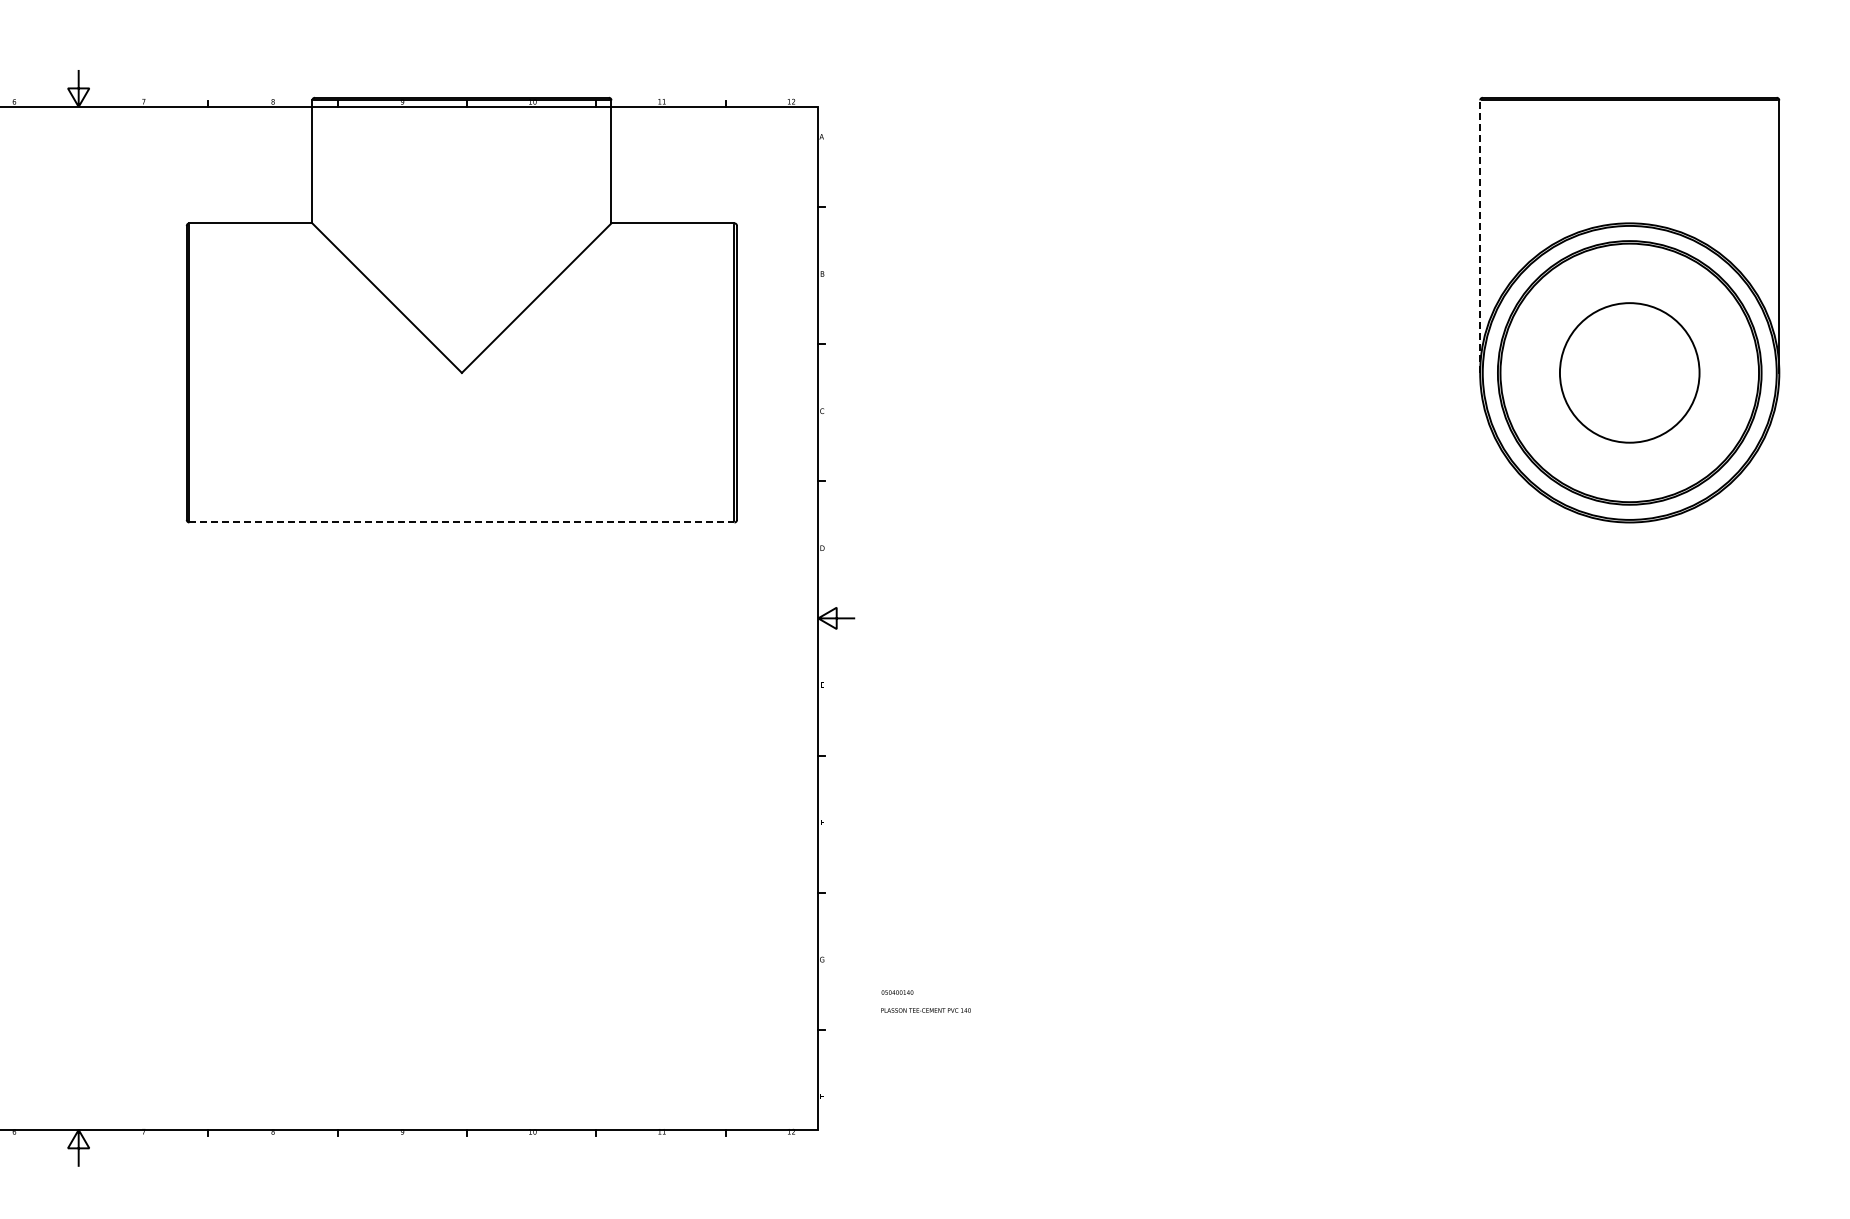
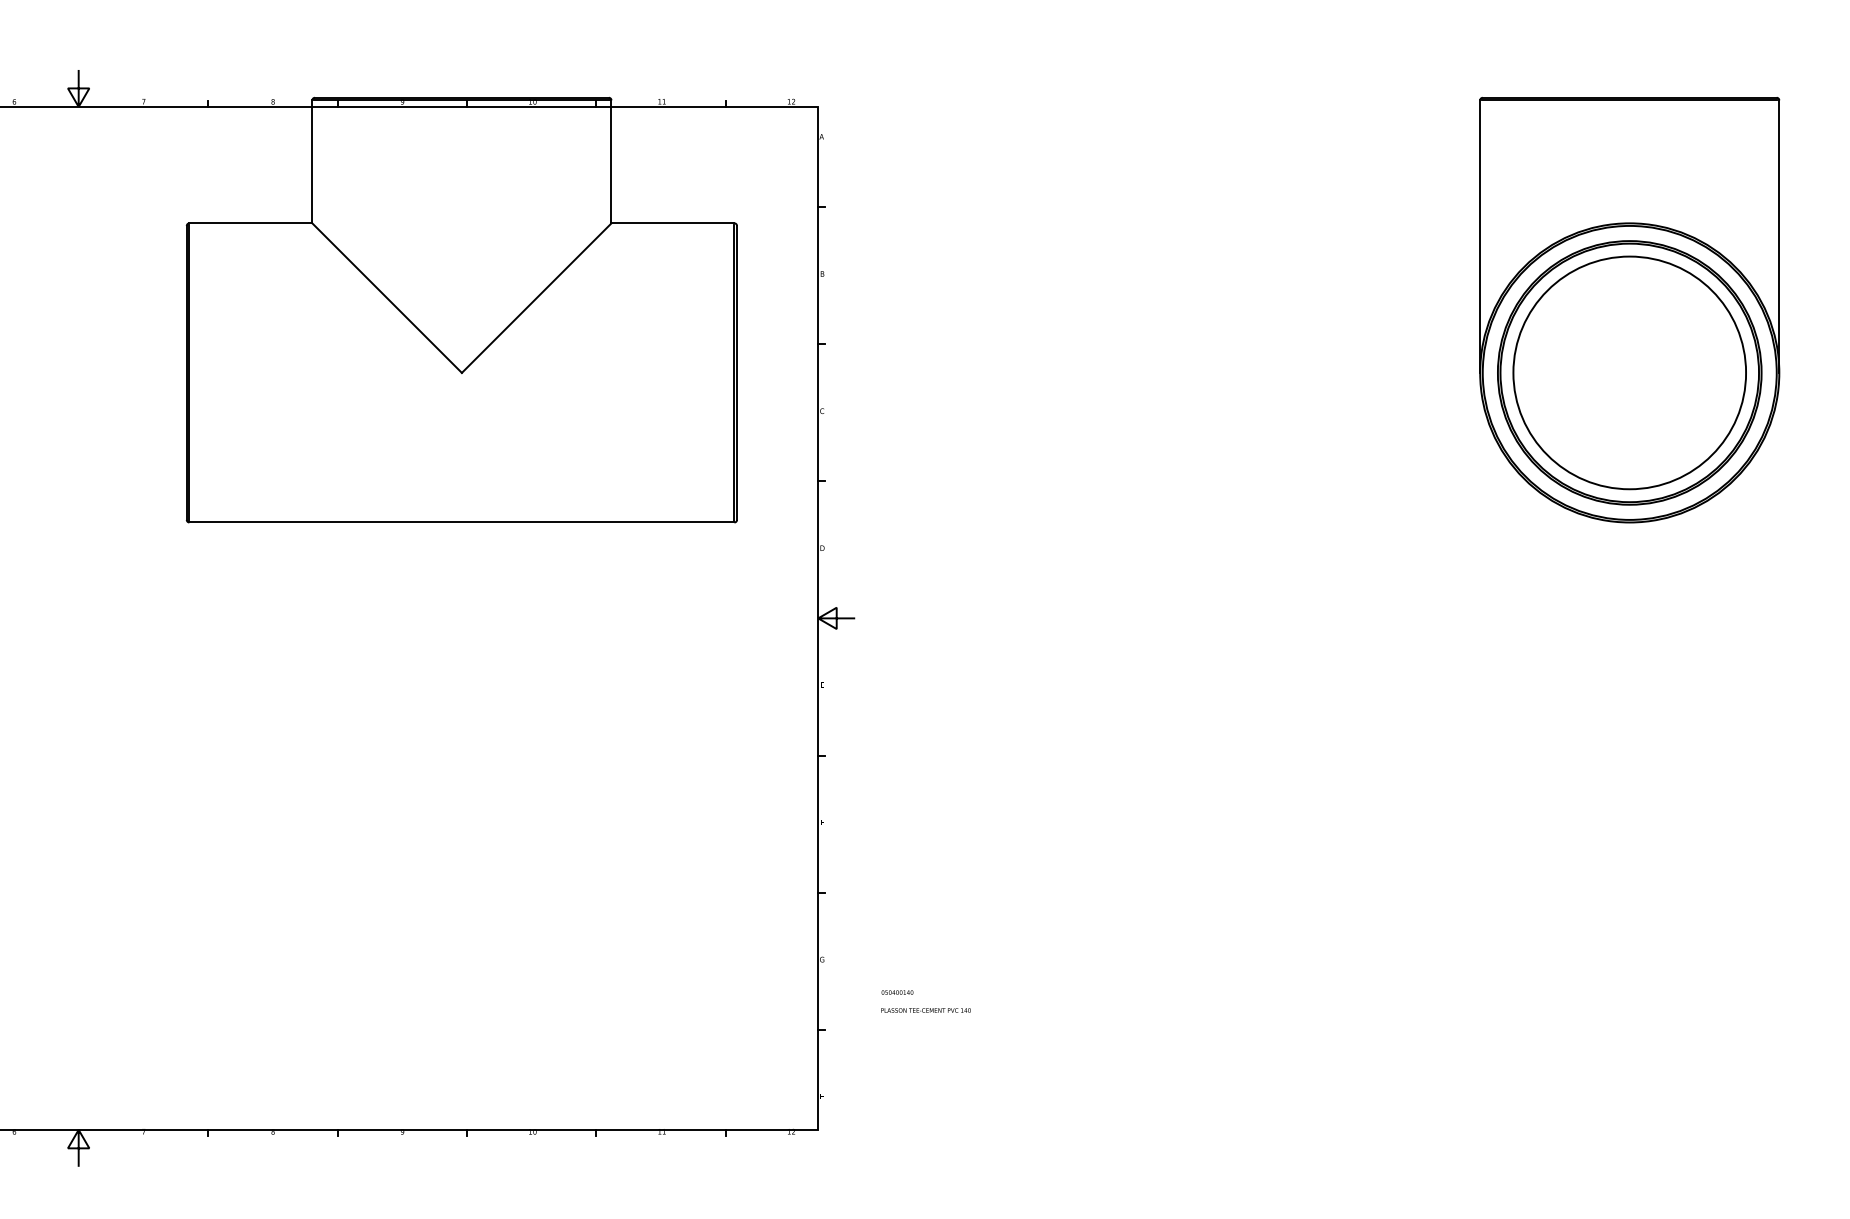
line at (1480, 236): dashed -> solid
circle at (1629, 372) diameter: 140 px -> 233 px
line at (461, 522): dashed -> solid
